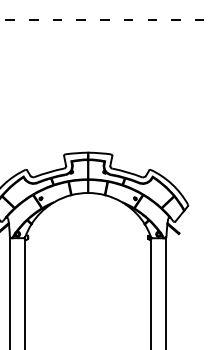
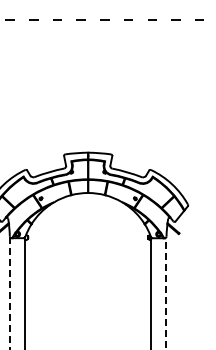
line at (166, 293): solid -> dashed
line at (9, 294): solid -> dashed
